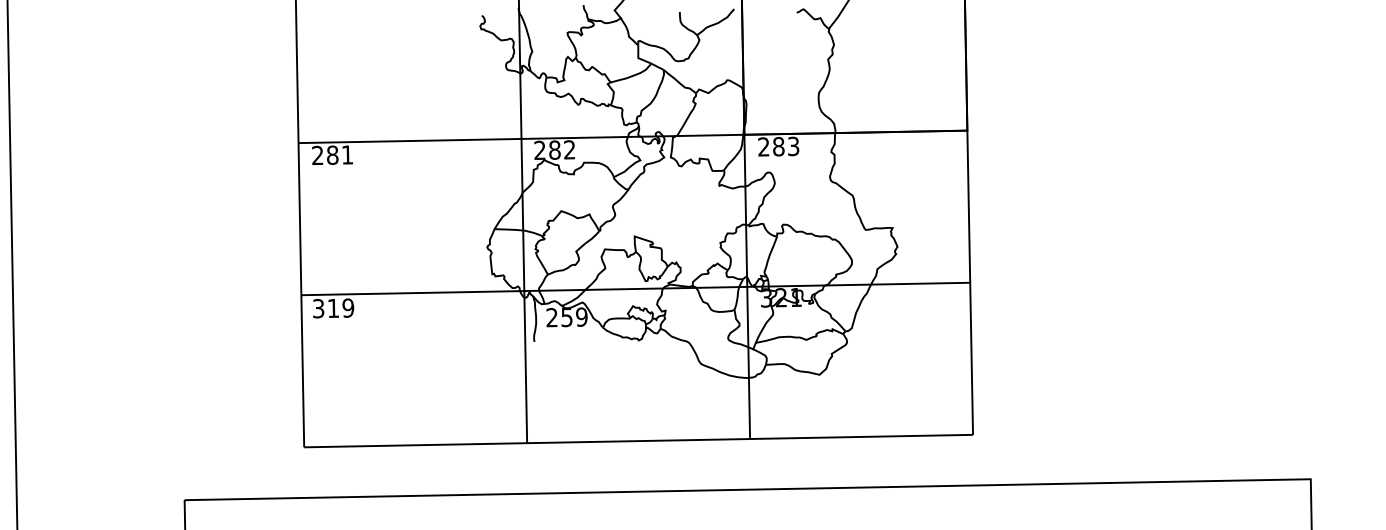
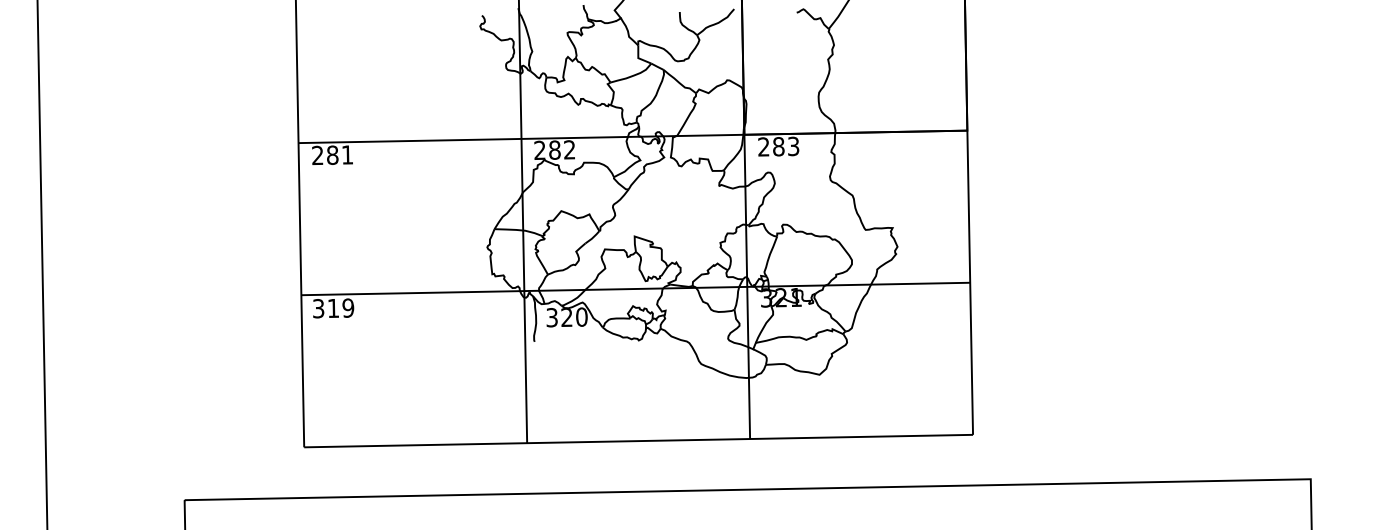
line at (12, 264) position: (12, 264) -> (42, 264)
text at (566, 317): 259 -> 320
